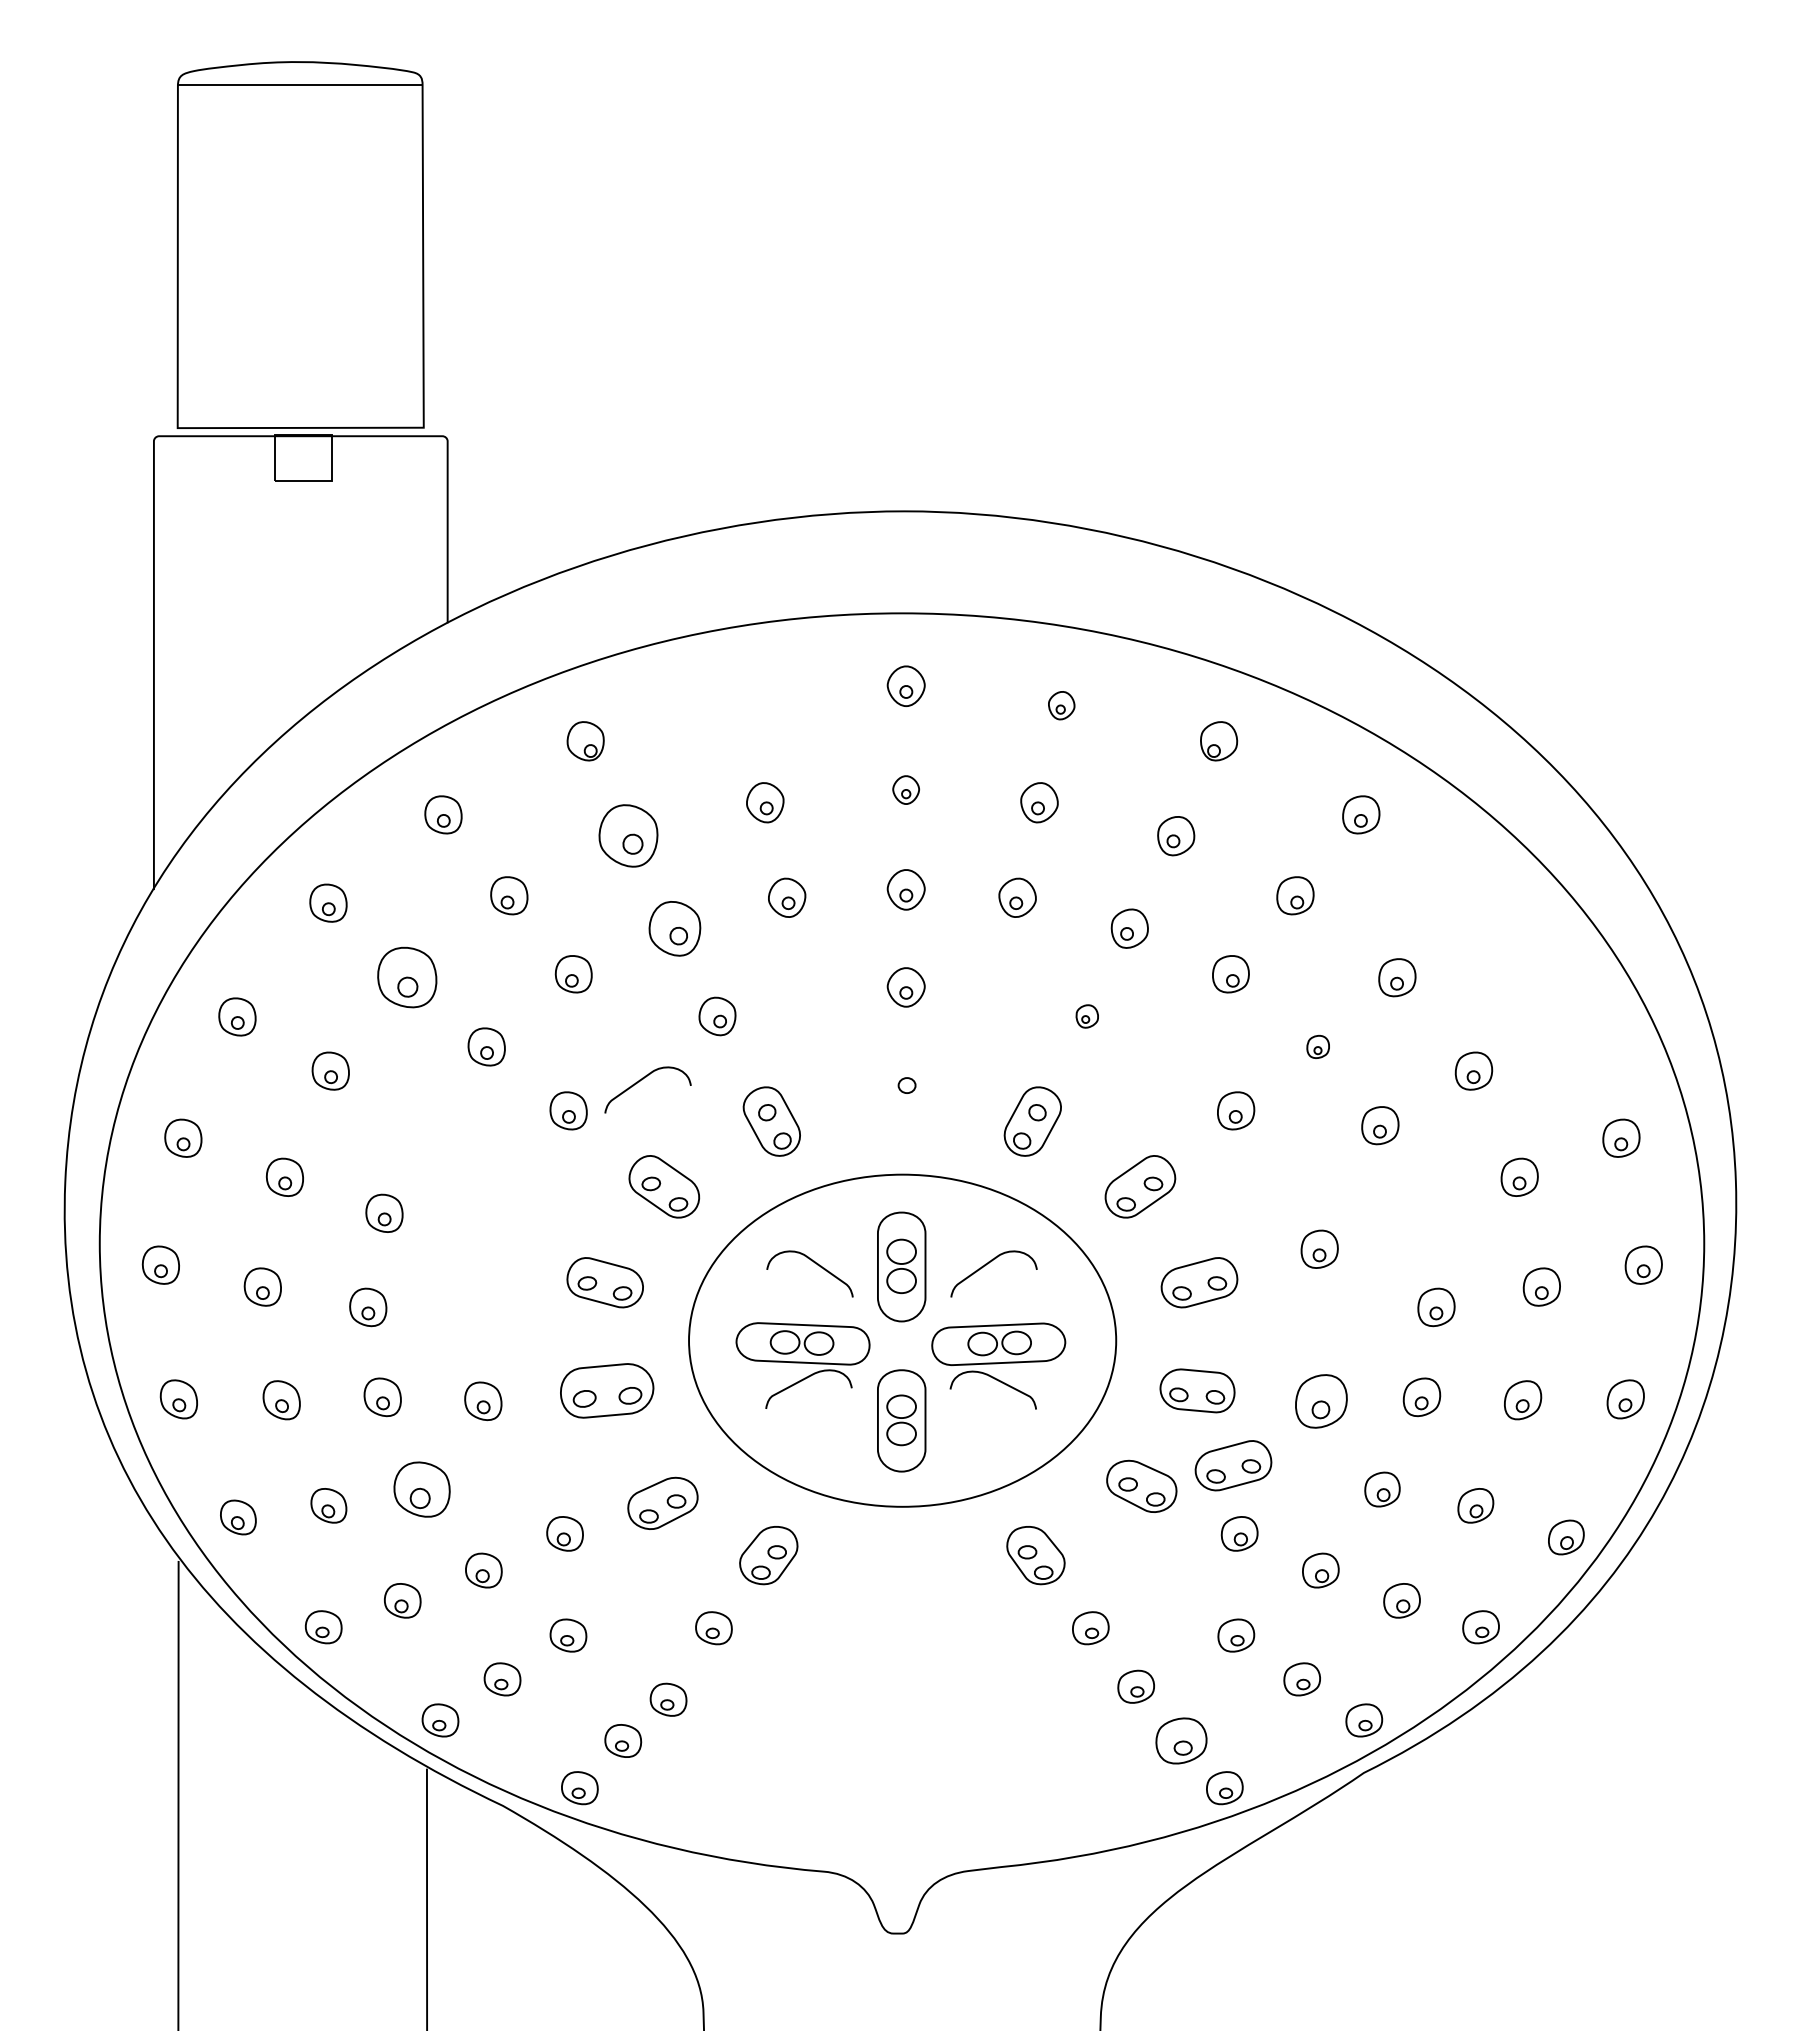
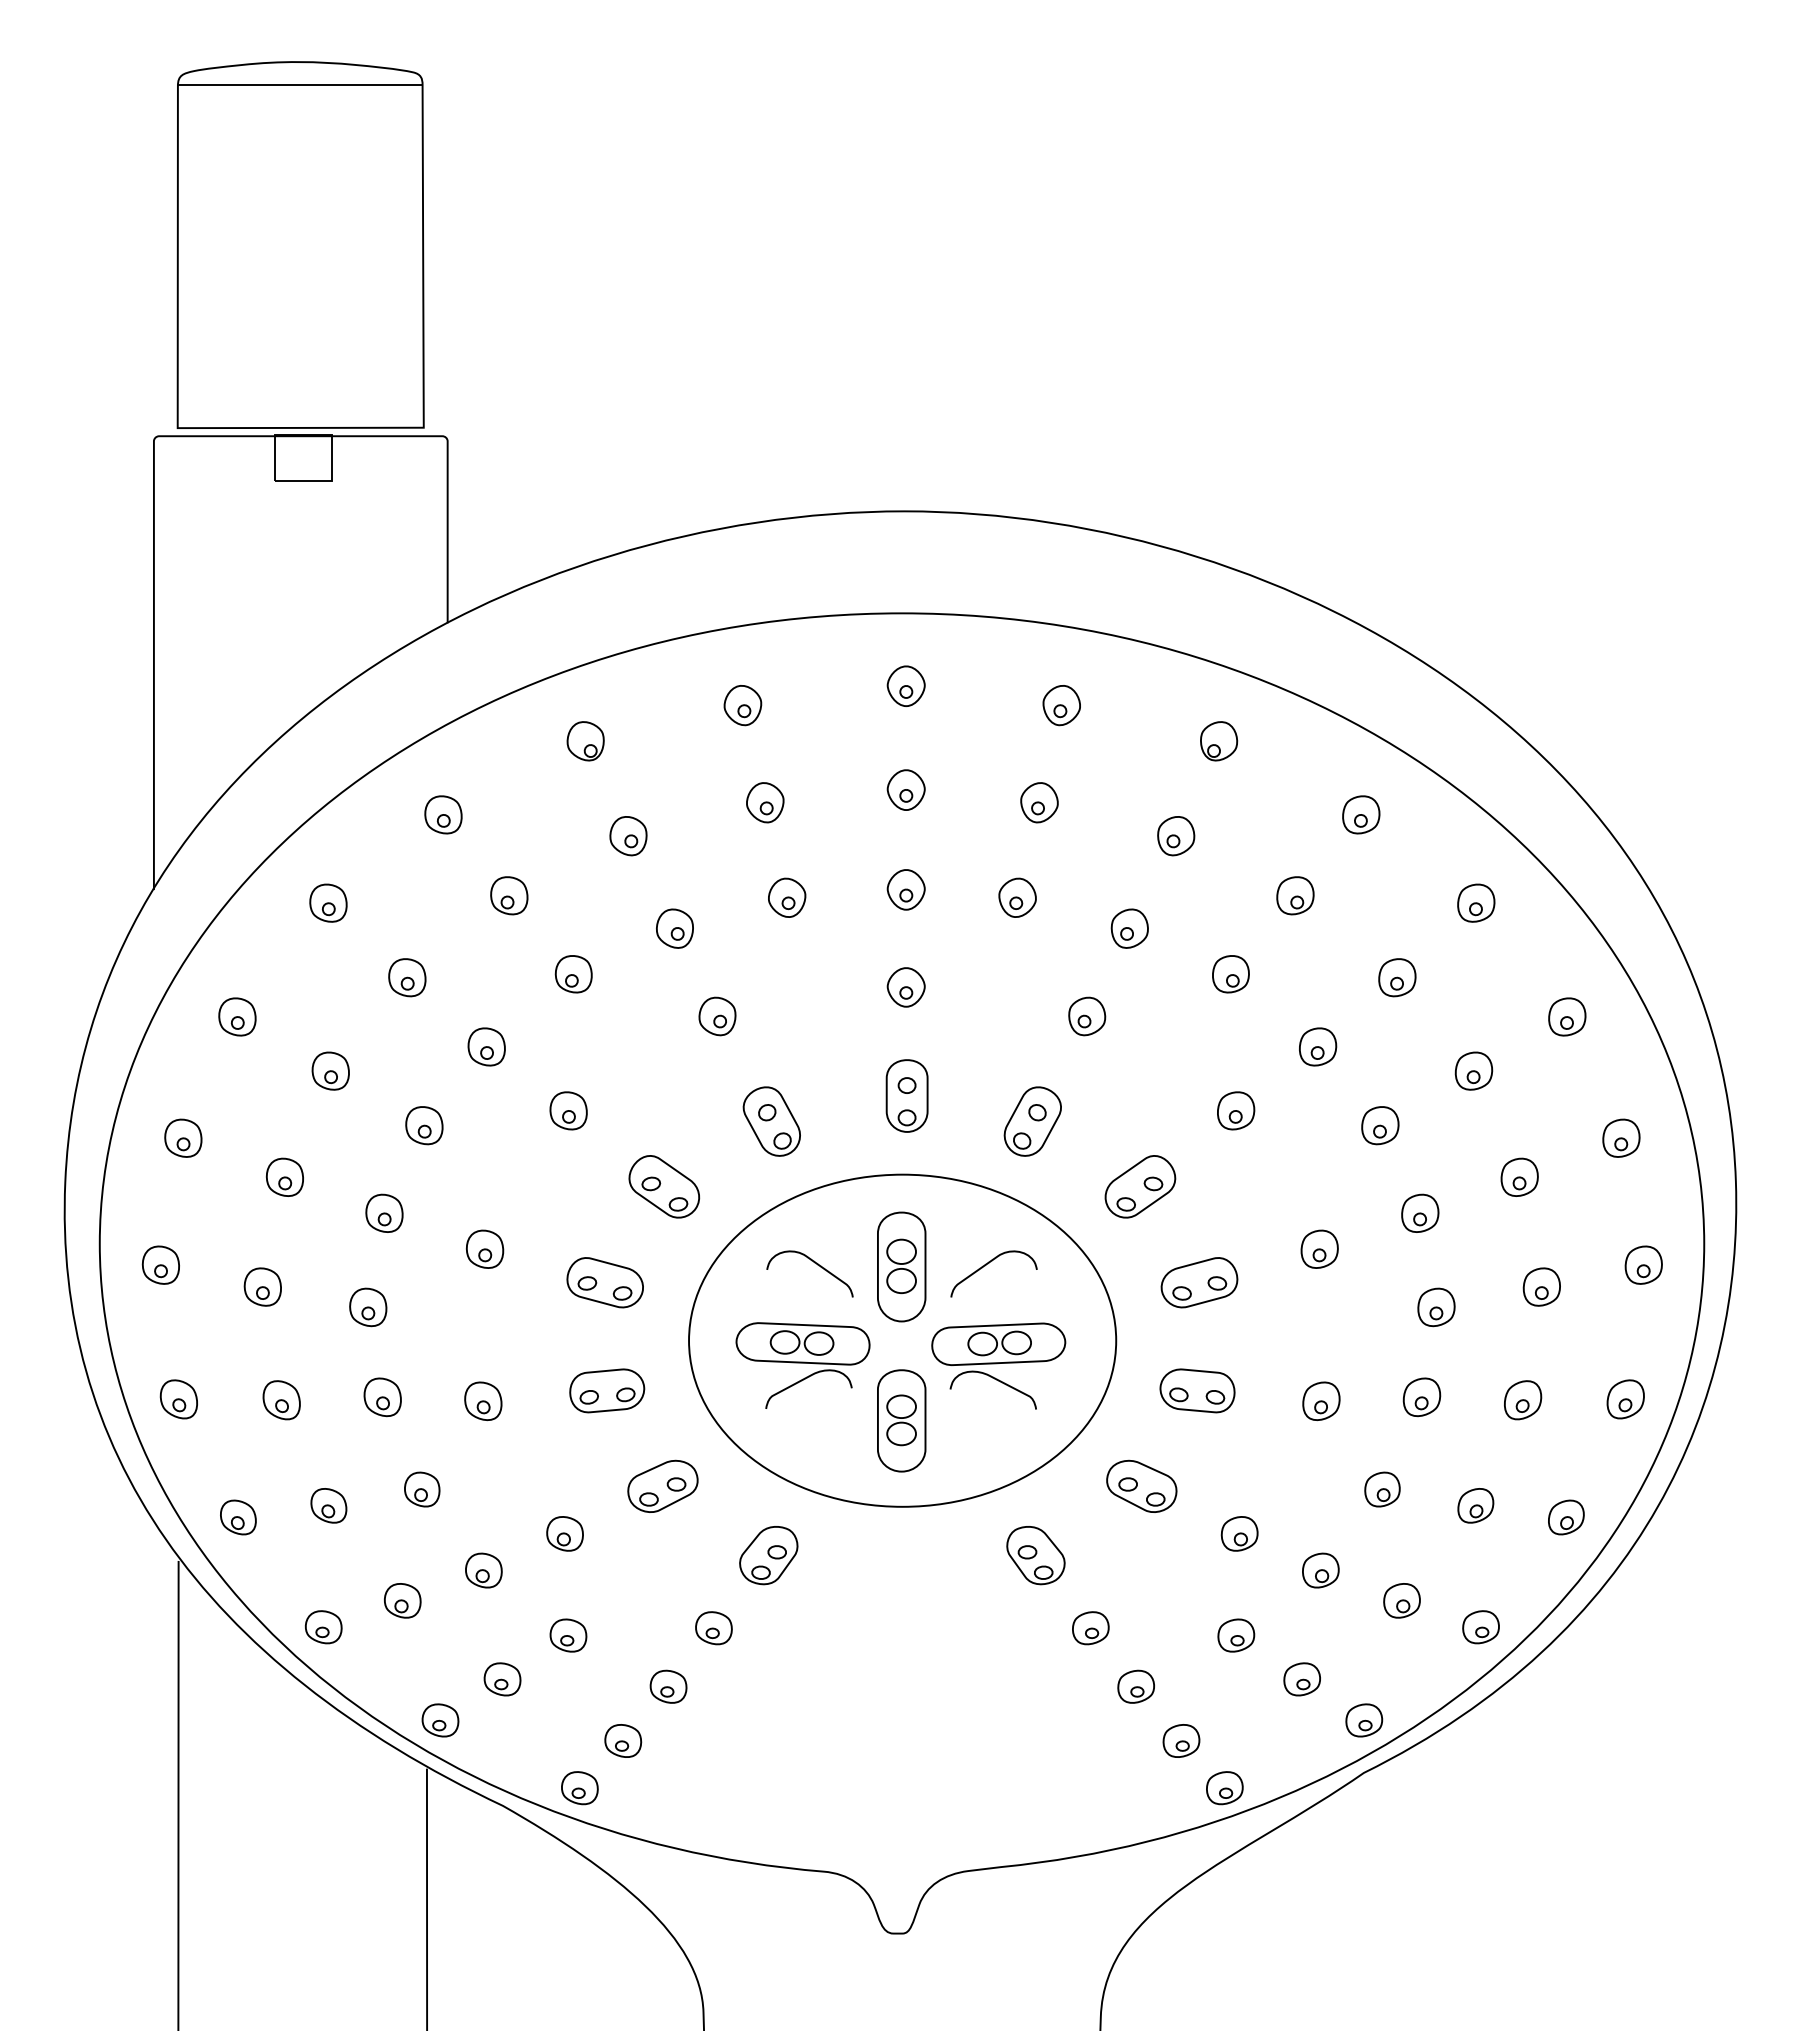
part at (742, 705): none -> present
part at (1061, 705) size: 28x30 px -> 39x42 px
part at (905, 789) size: 28x30 px -> 40x42 px
part at (628, 835) size: 61x64 px -> 39x41 px
part at (1476, 902): none -> present
part at (674, 928) size: 54x56 px -> 38x41 px
part at (407, 977) size: 61x63 px -> 39x40 px
part at (1086, 1016) size: 24x25 px -> 39x41 px
part at (1567, 1016): none -> present
part at (1317, 1046) size: 24x25 px -> 39x40 px
curve at (640, 1081): present -> none
part at (906, 1095): none -> present
part at (424, 1125): none -> present
part at (1420, 1212): none -> present
part at (484, 1248): none -> present
part at (607, 1390) size: 95x56 px -> 77x46 px
part at (1321, 1401) size: 53x55 px -> 39x40 px
part at (1233, 1465): present -> none
part at (421, 1489) size: 58x57 px -> 37x37 px
part at (662, 1502) position: (662, 1502) -> (662, 1485)
part at (1566, 1537) position: (1566, 1537) -> (1566, 1517)
part at (668, 1699) position: (668, 1699) -> (668, 1686)
part at (1181, 1740) size: 53x48 px -> 39x34 px
